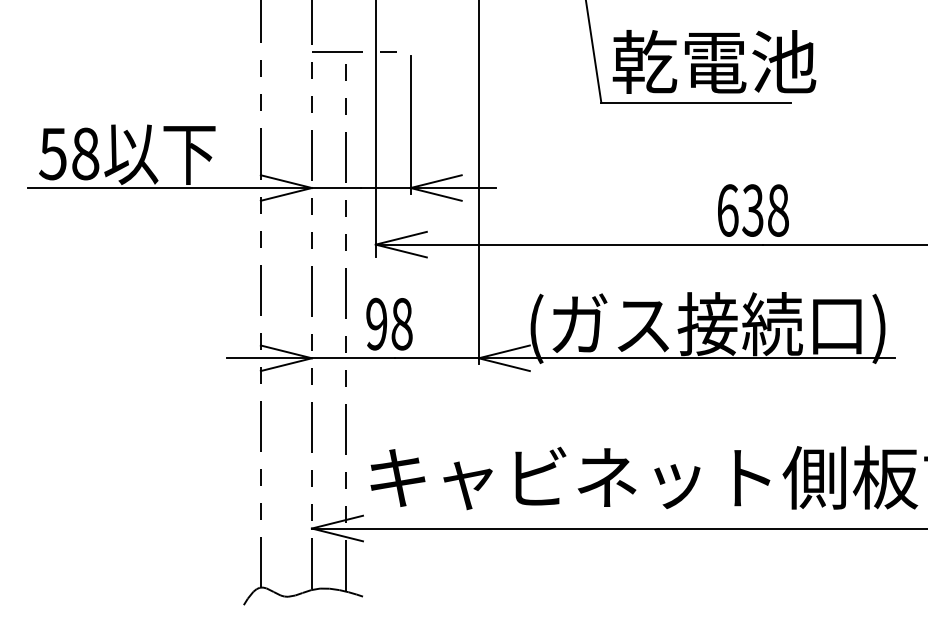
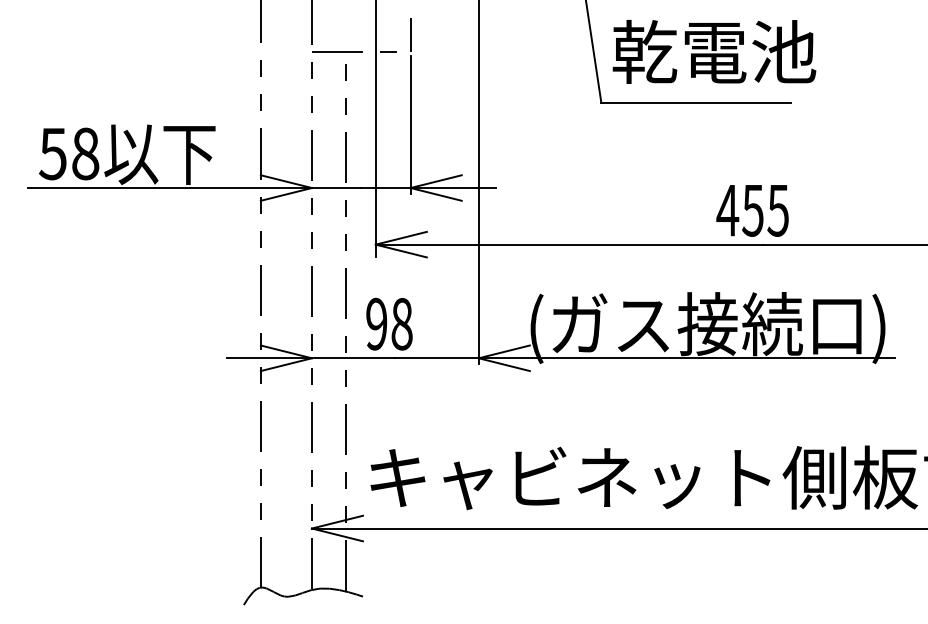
line at (410, 34): none -> present
text at (714, 61) position: (714, 61) -> (714, 51)
text at (752, 210): 638 -> 455
